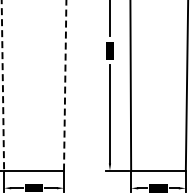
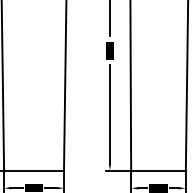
line at (2, 85): dashed -> solid
line at (65, 85): dashed -> solid
